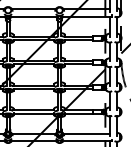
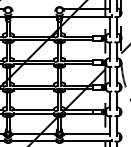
line at (33, 9): present -> none
